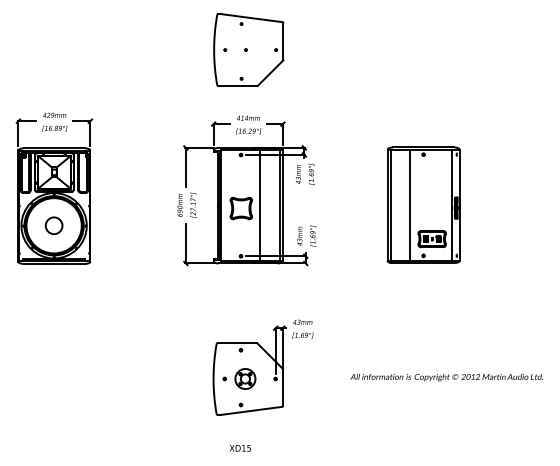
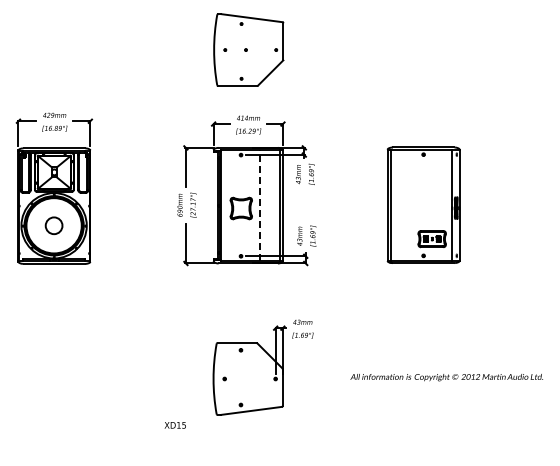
line at (410, 204): present -> none
line at (260, 205): solid -> dashed
part at (245, 378): present -> none
text at (239, 448) position: (239, 448) -> (174, 425)
